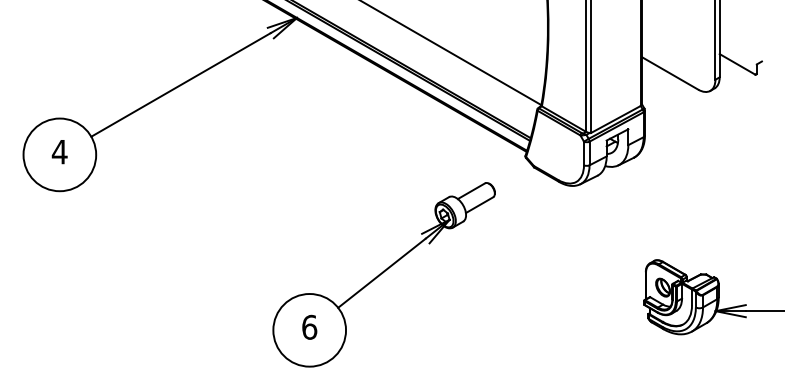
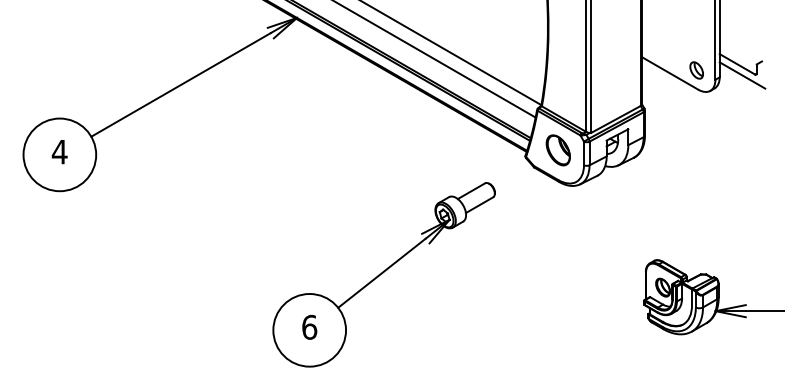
line at (435, 59): none -> present
part at (696, 70): none -> present
line at (742, 75): none -> present
part at (557, 150): none -> present
